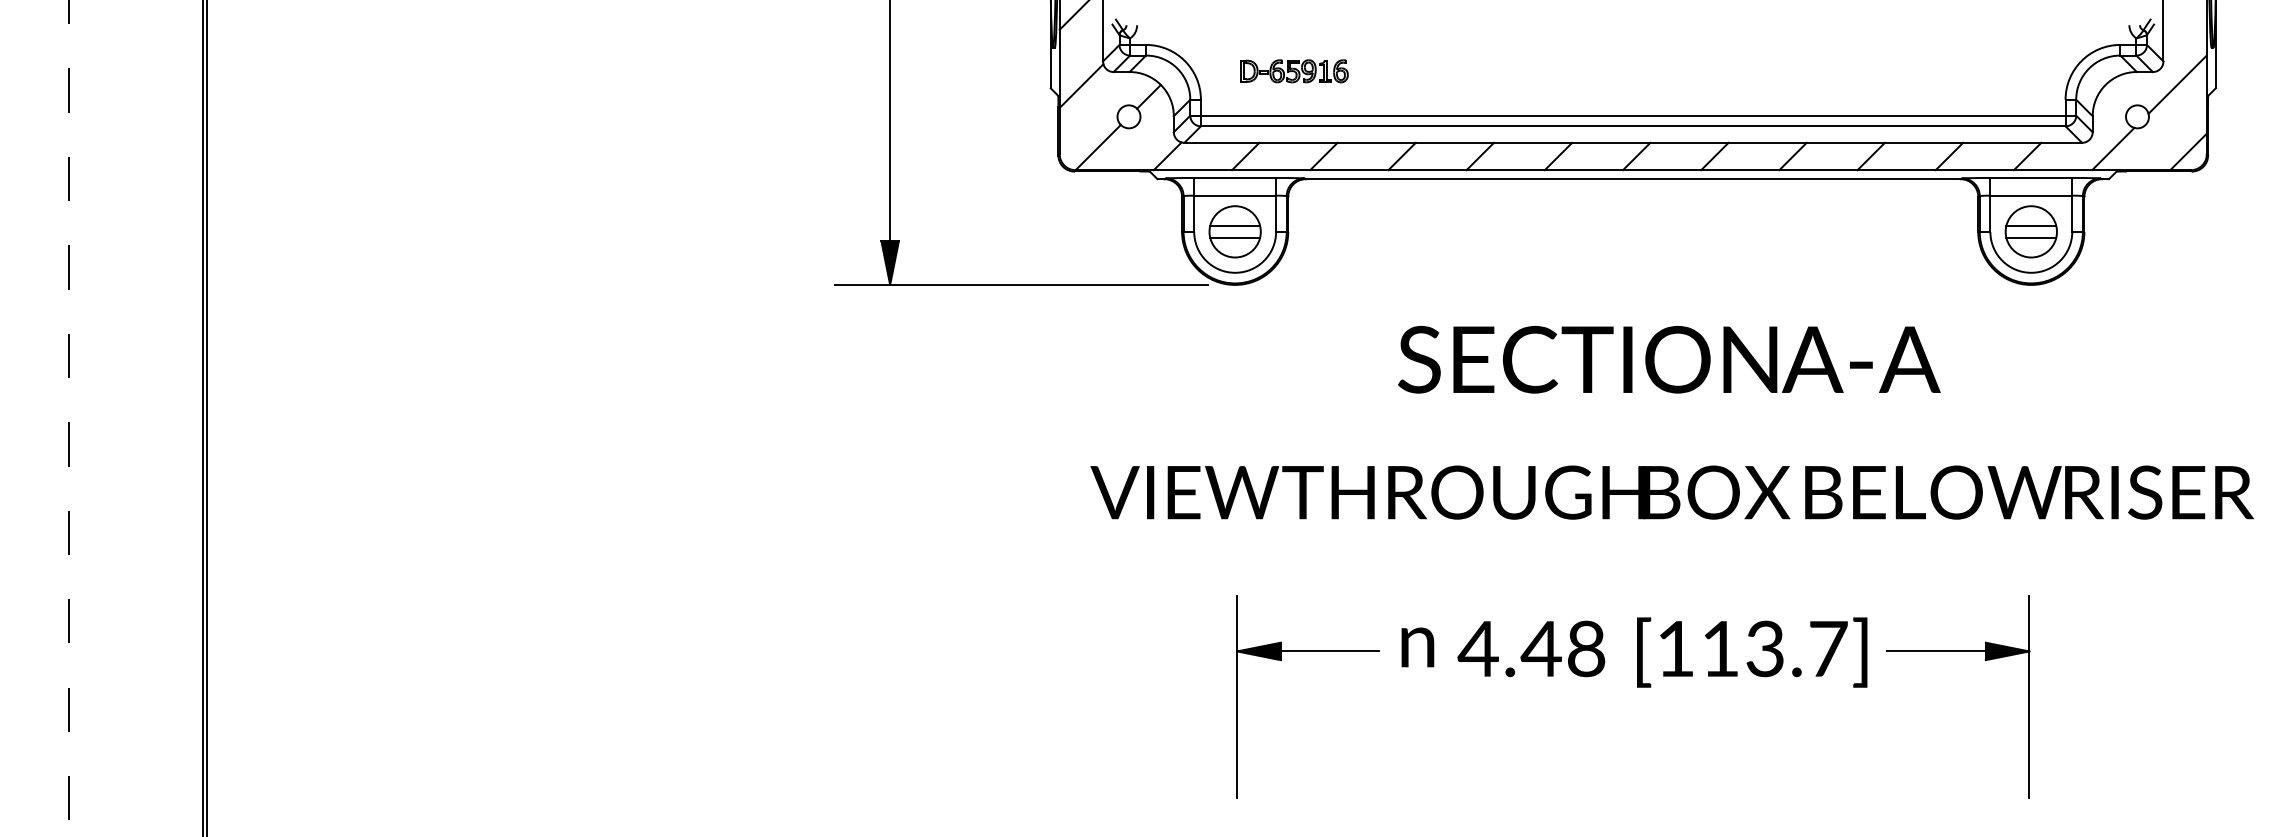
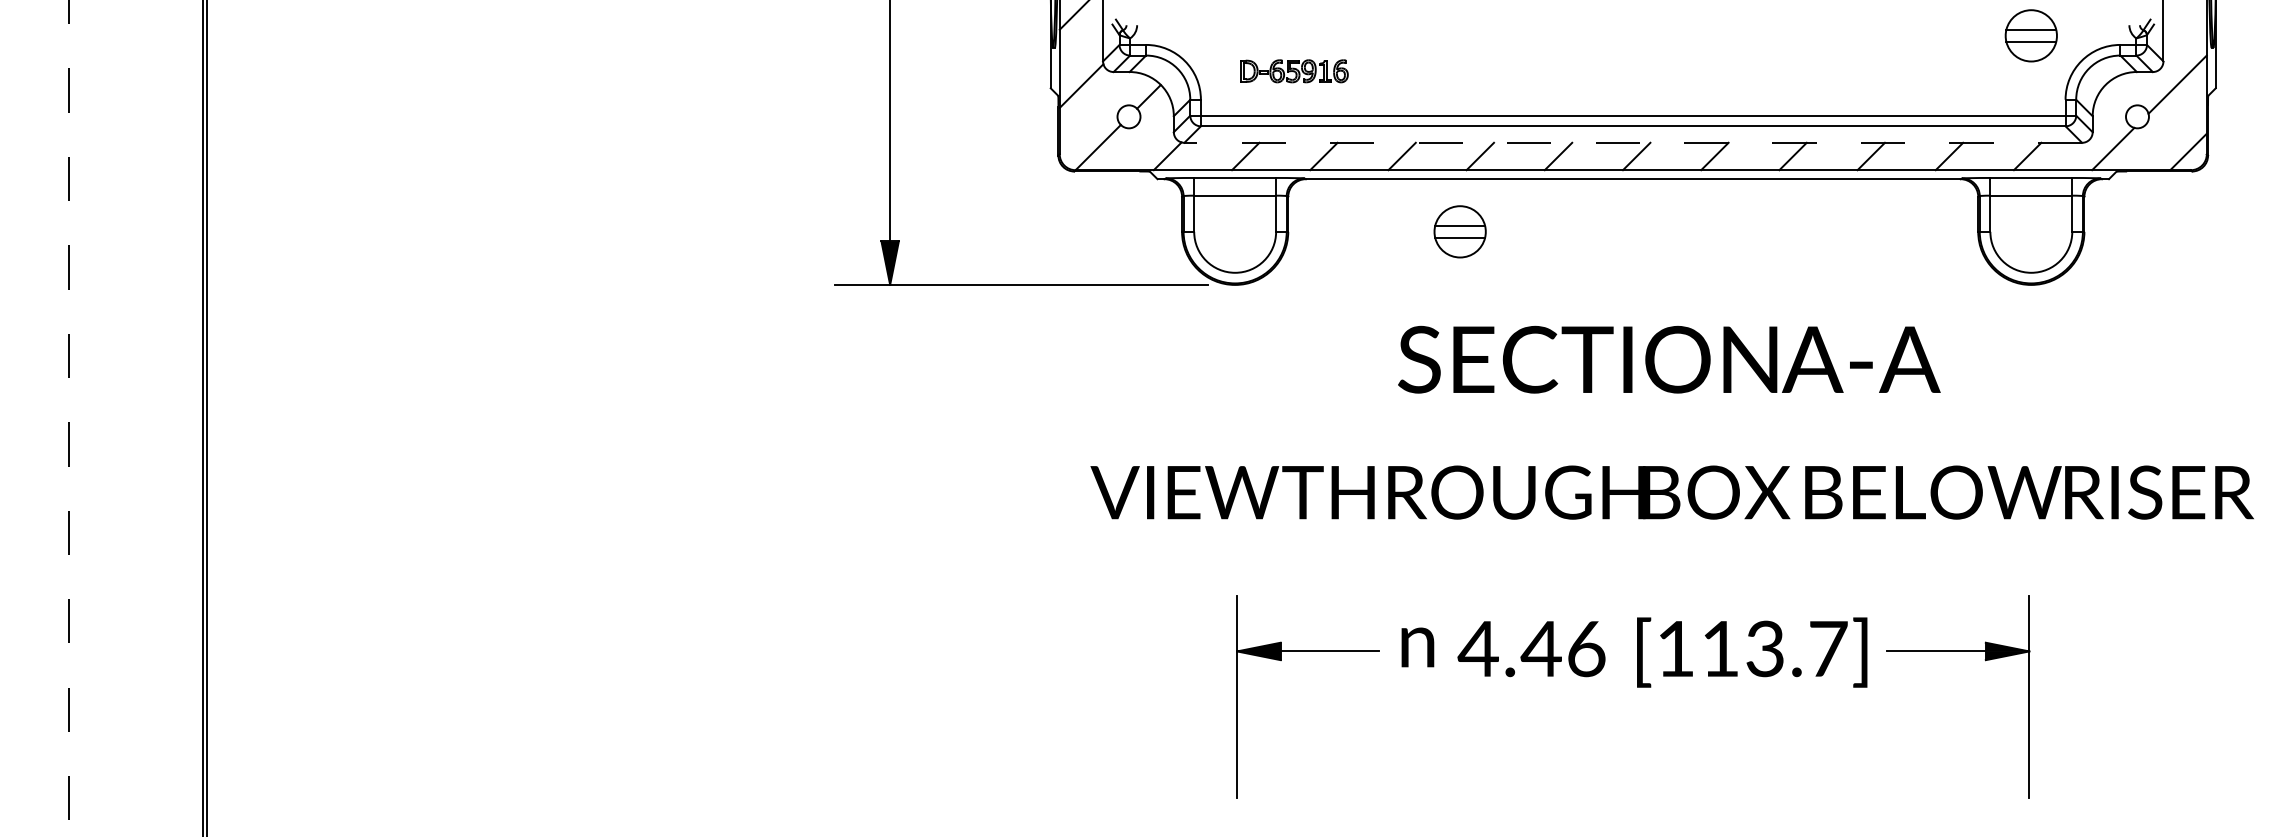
line at (1633, 142): solid -> dashed
part at (1234, 231) position: (1234, 231) -> (1459, 231)
part at (2030, 231) position: (2030, 231) -> (2030, 35)
text at (1586, 648): 4.48 -> 4.46
